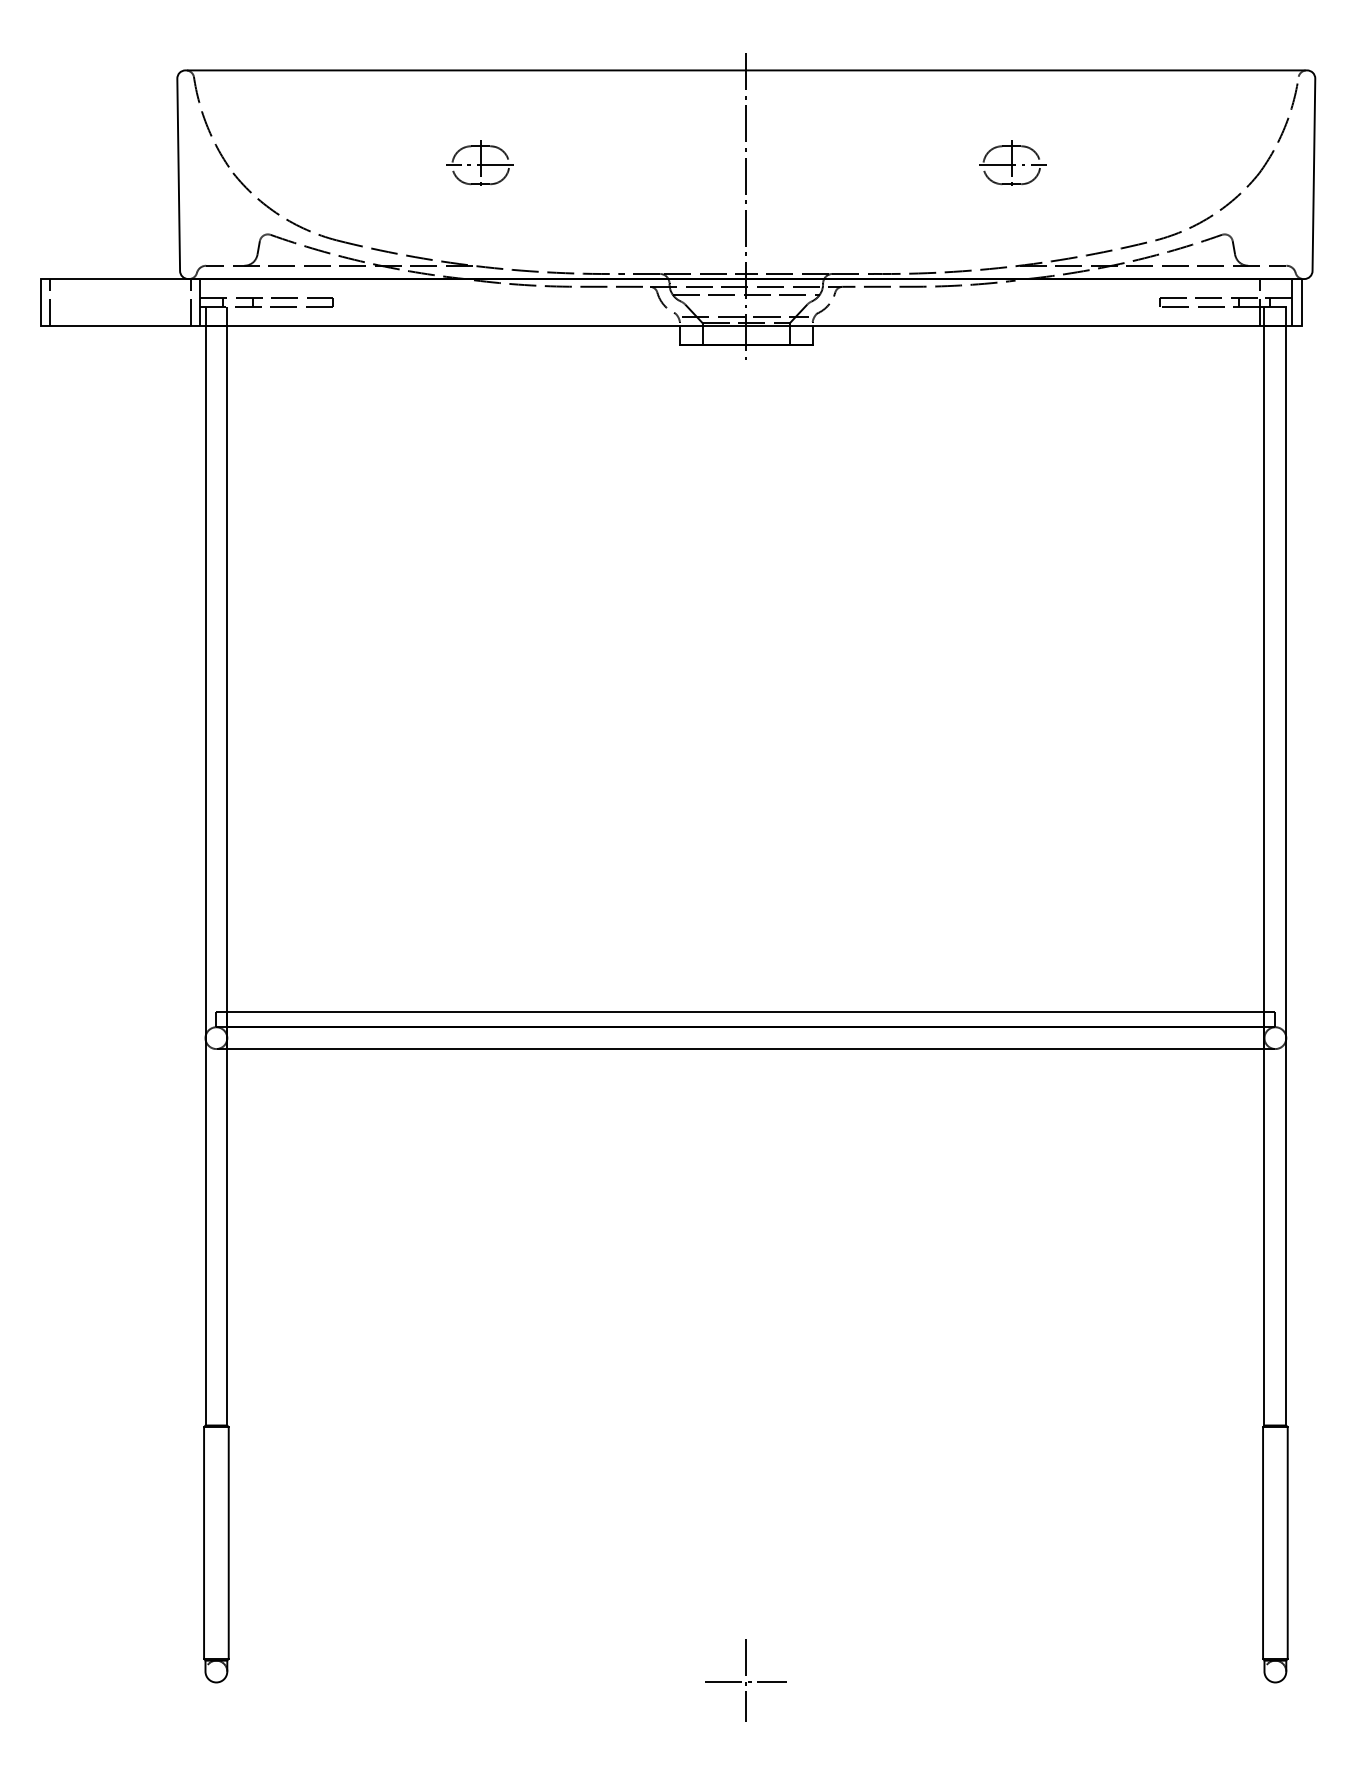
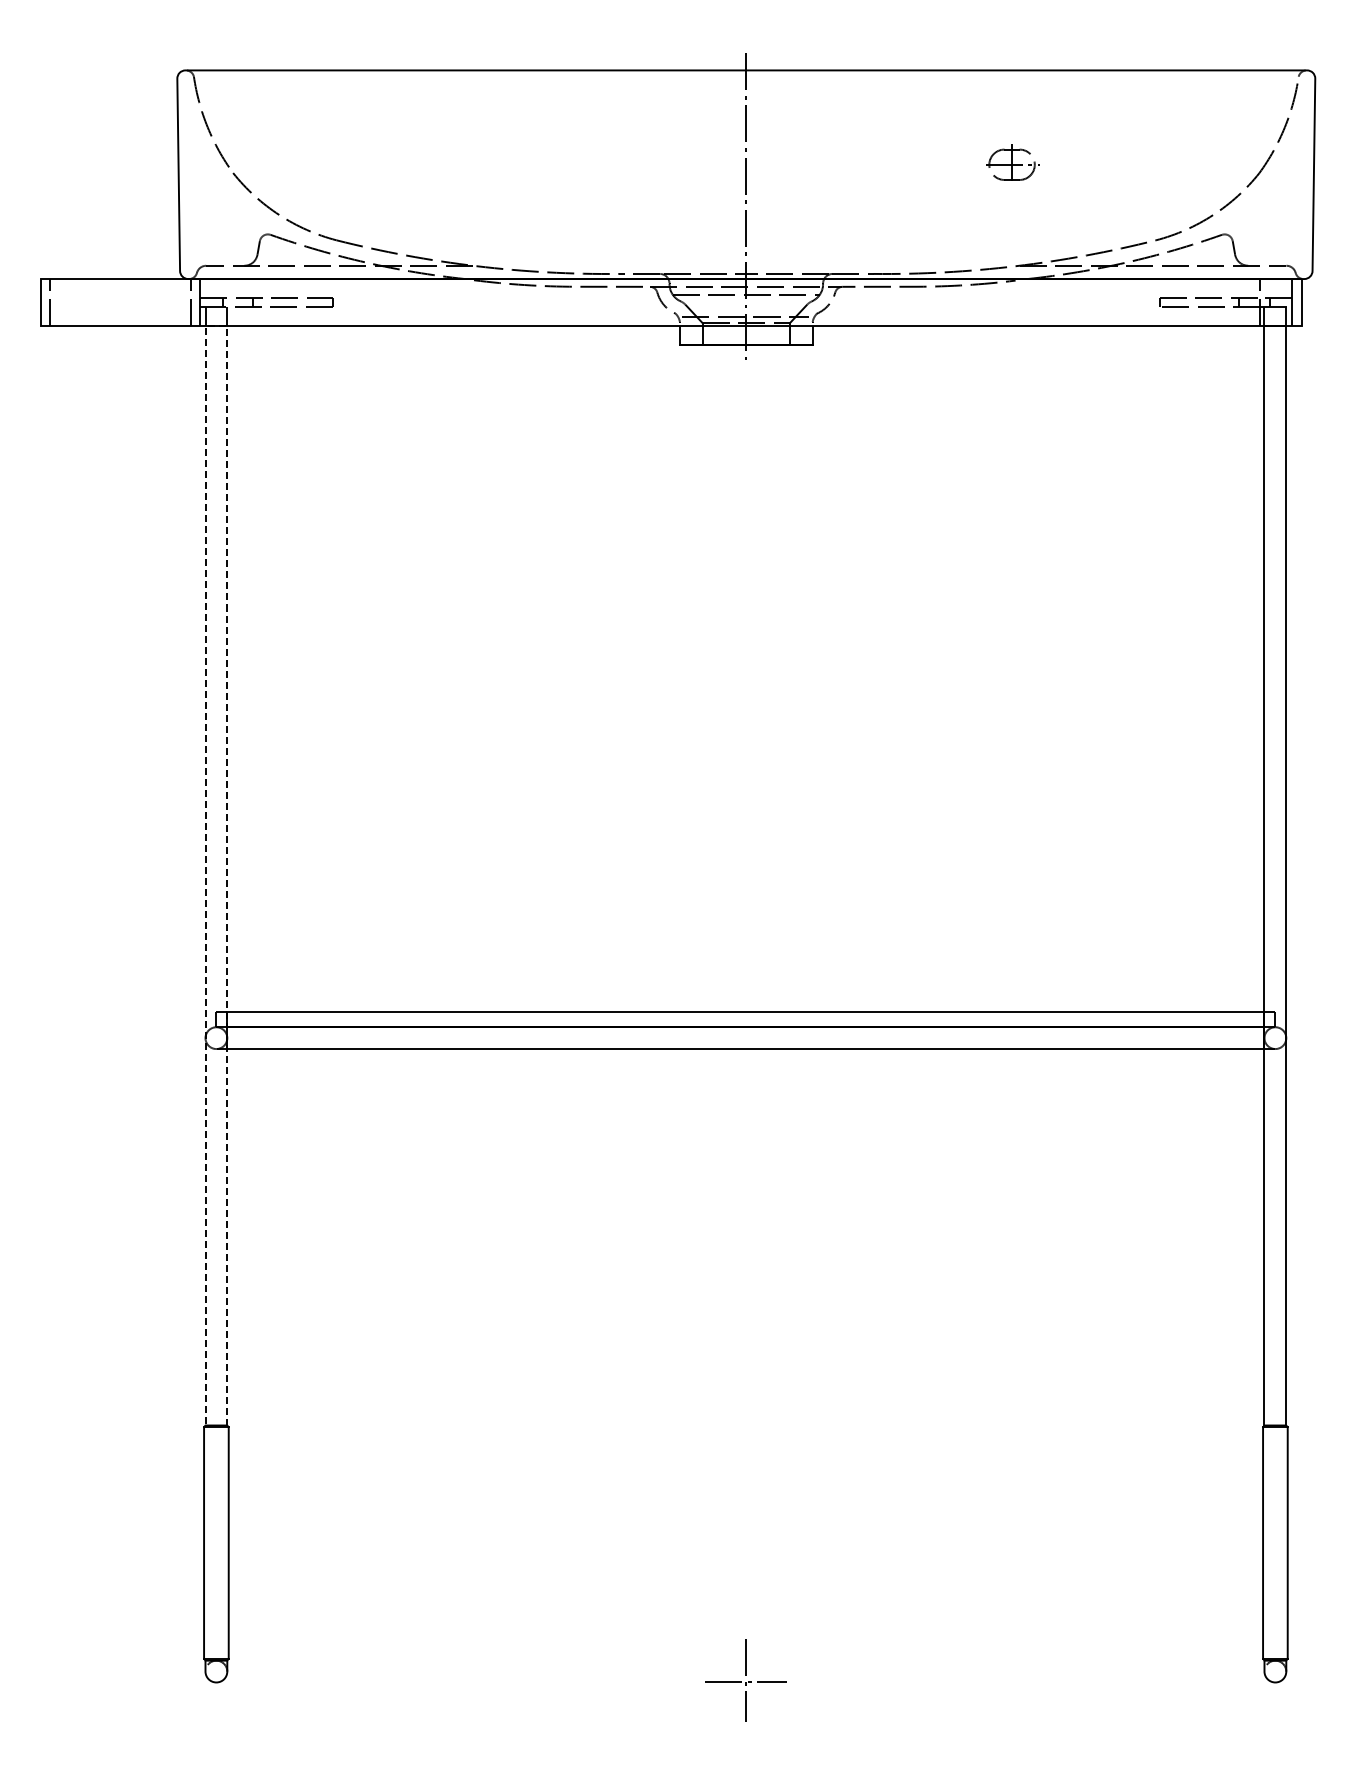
part at (479, 162): present -> none
part at (1012, 162) size: 68x46 px -> 54x37 px
line at (216, 326): solid -> dashed
